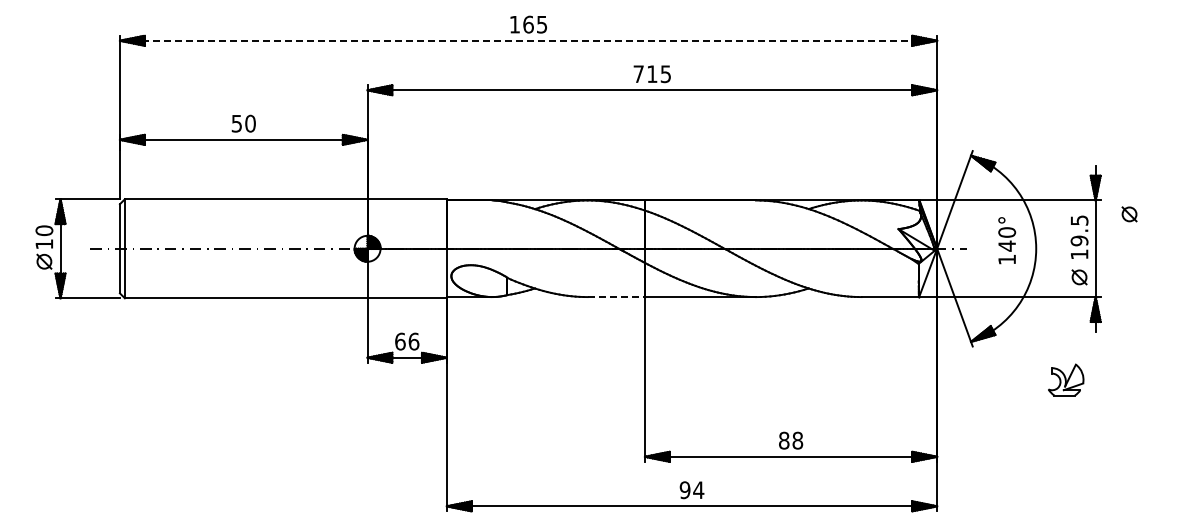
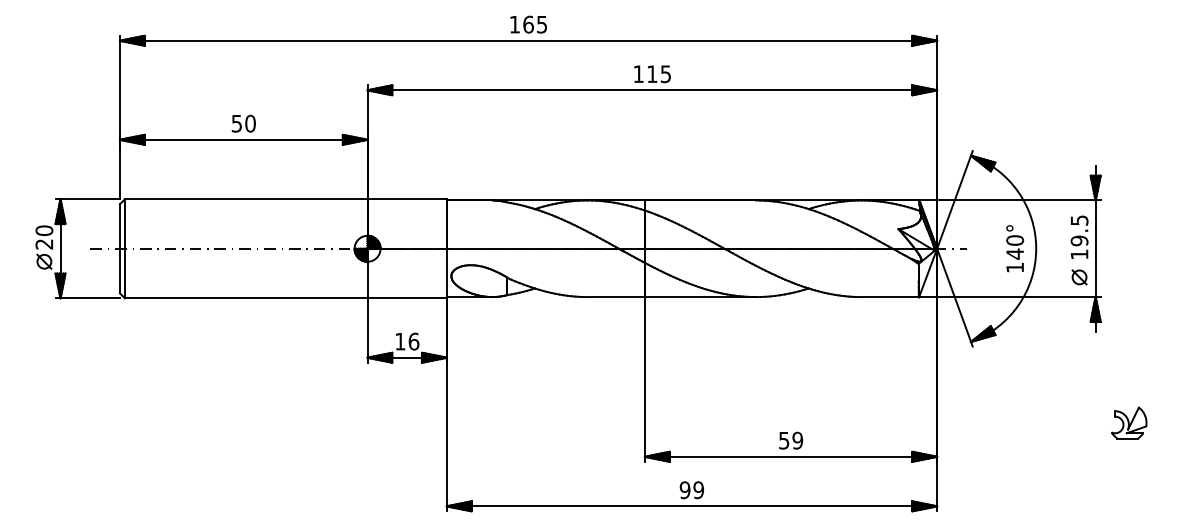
line at (528, 40): dashed -> solid
text at (638, 73): 715 -> 115
part at (1129, 214): present -> none
text at (1007, 240) position: (1007, 240) -> (1015, 248)
text at (43, 244): 10 -> 20
line at (616, 297): dashed -> solid
text at (400, 341): 66 -> 16
part at (1066, 379) position: (1066, 379) -> (1129, 422)
text at (791, 440): 88 -> 59
text at (698, 490): 94 -> 99
